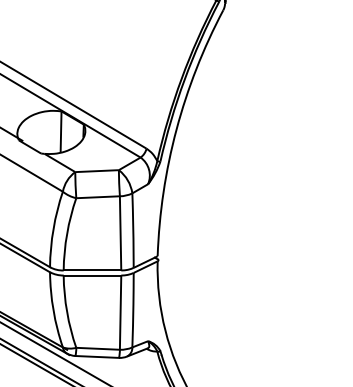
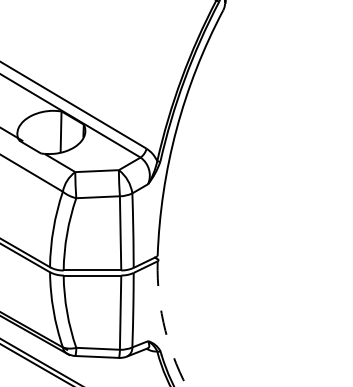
arc at (164, 326): solid -> dashed
line at (54, 353): present -> none
